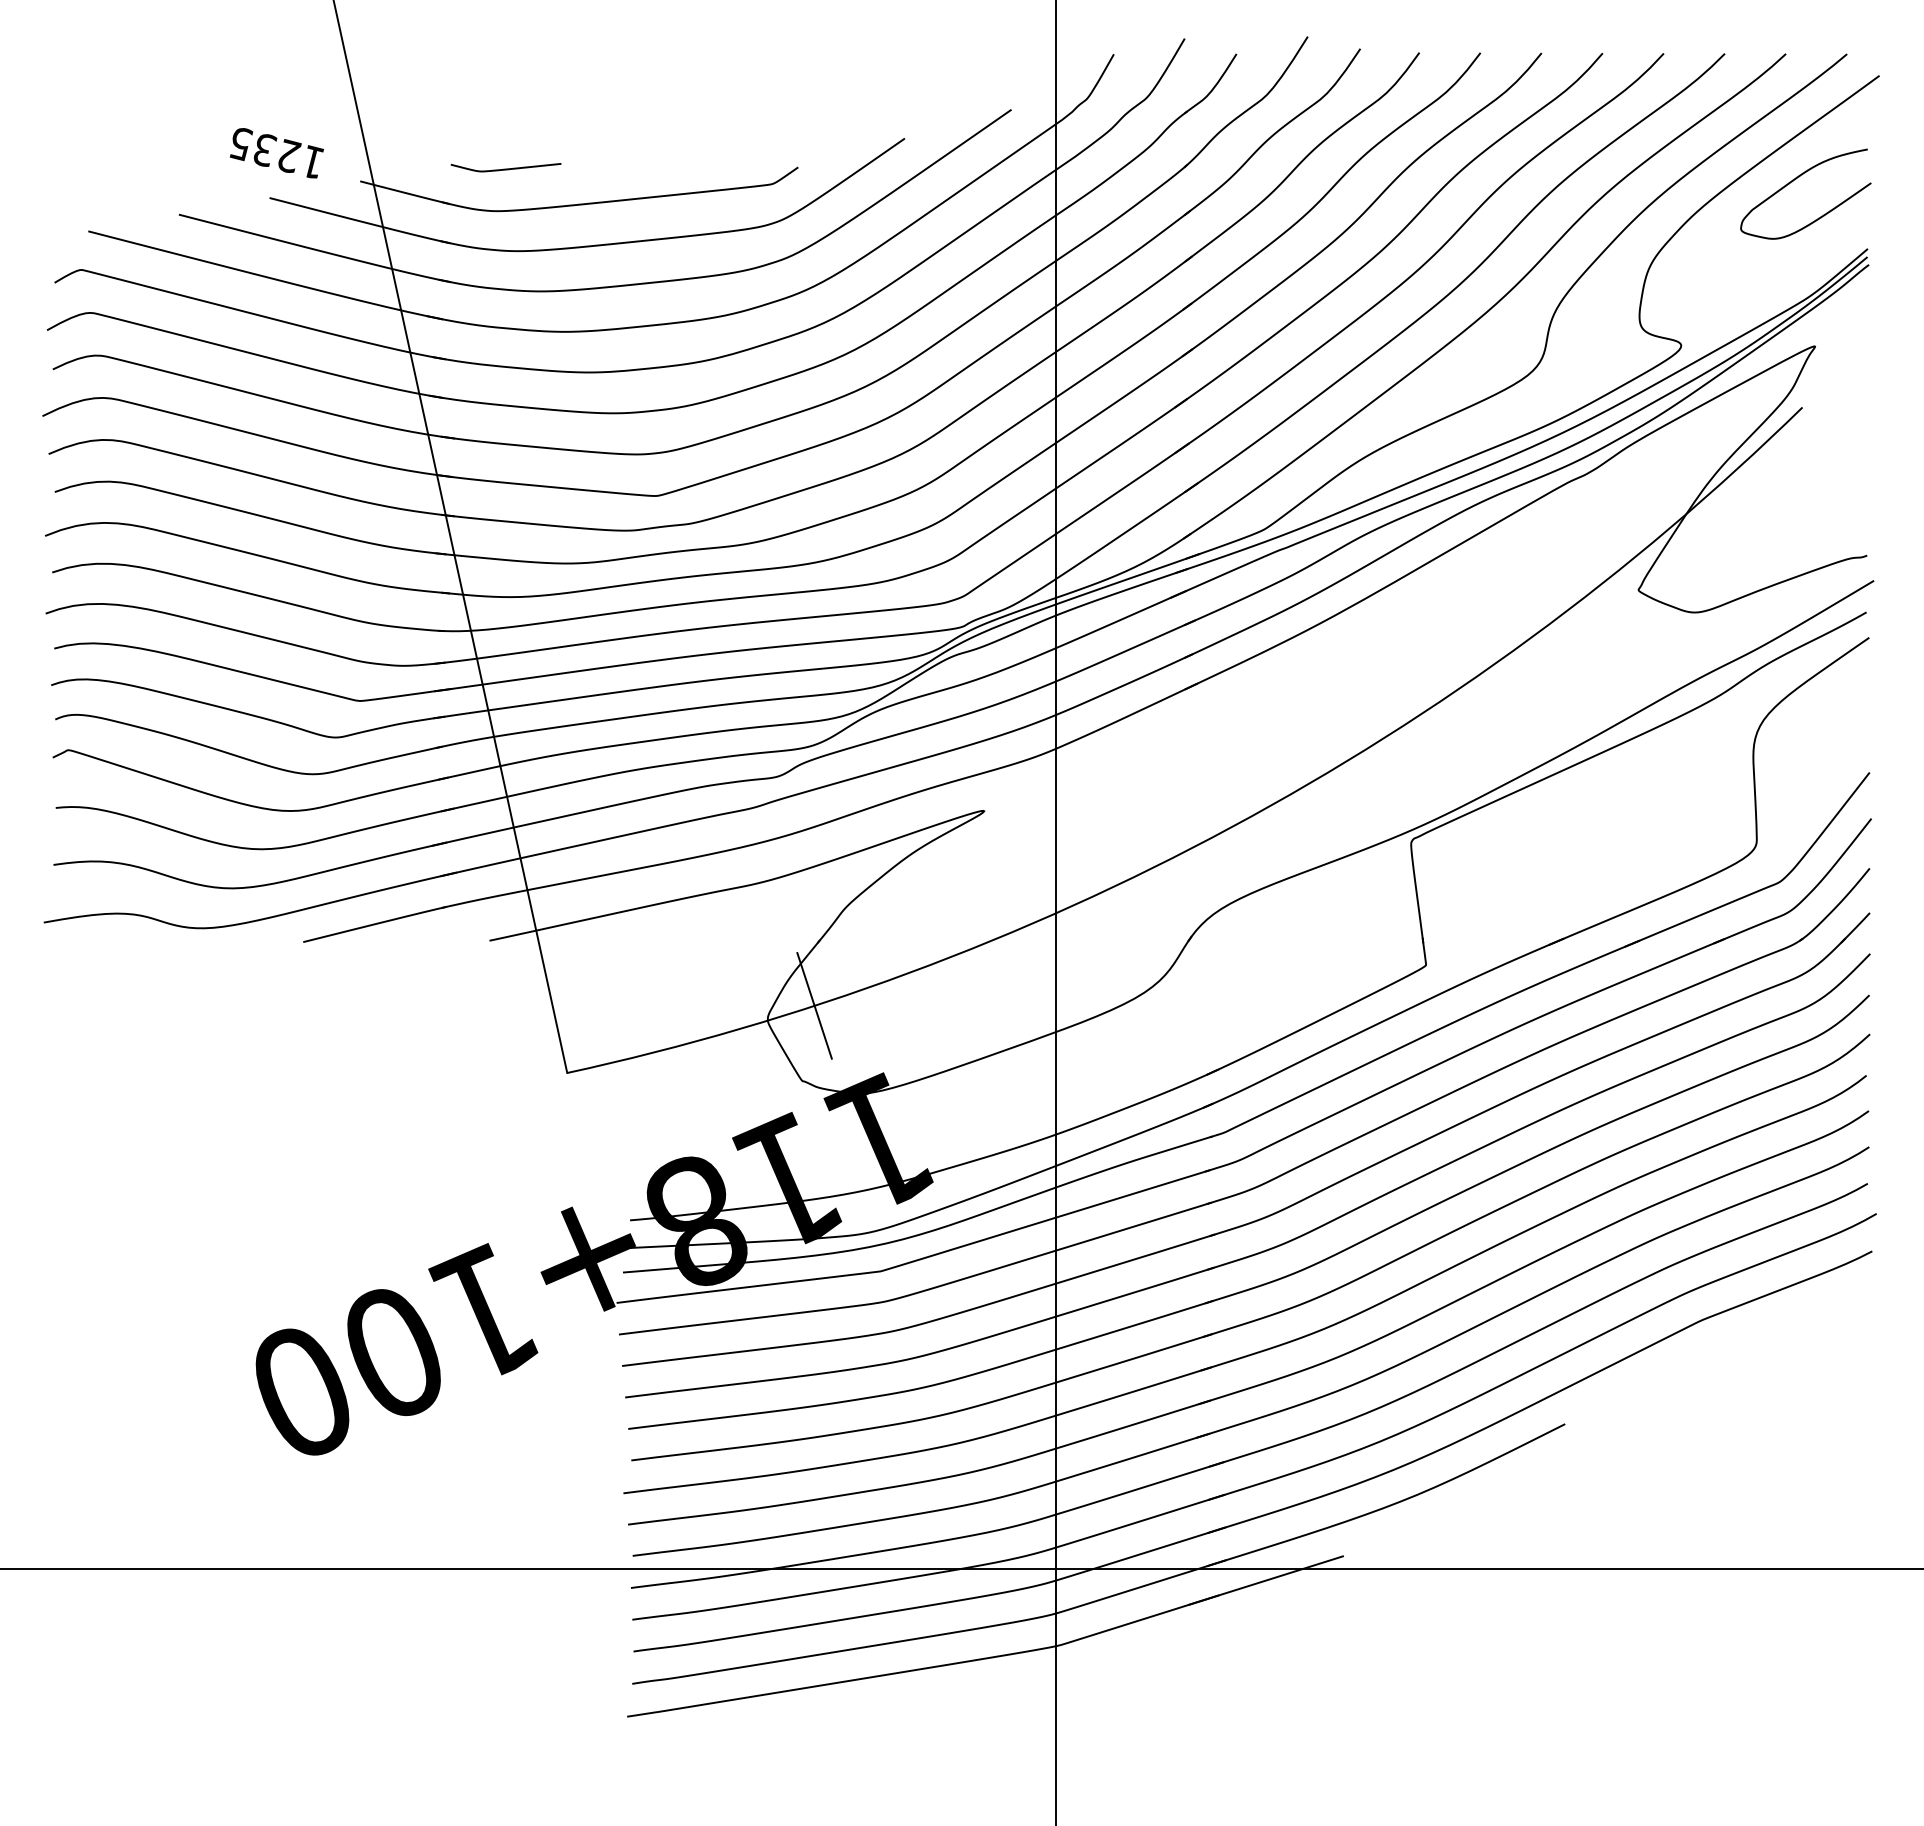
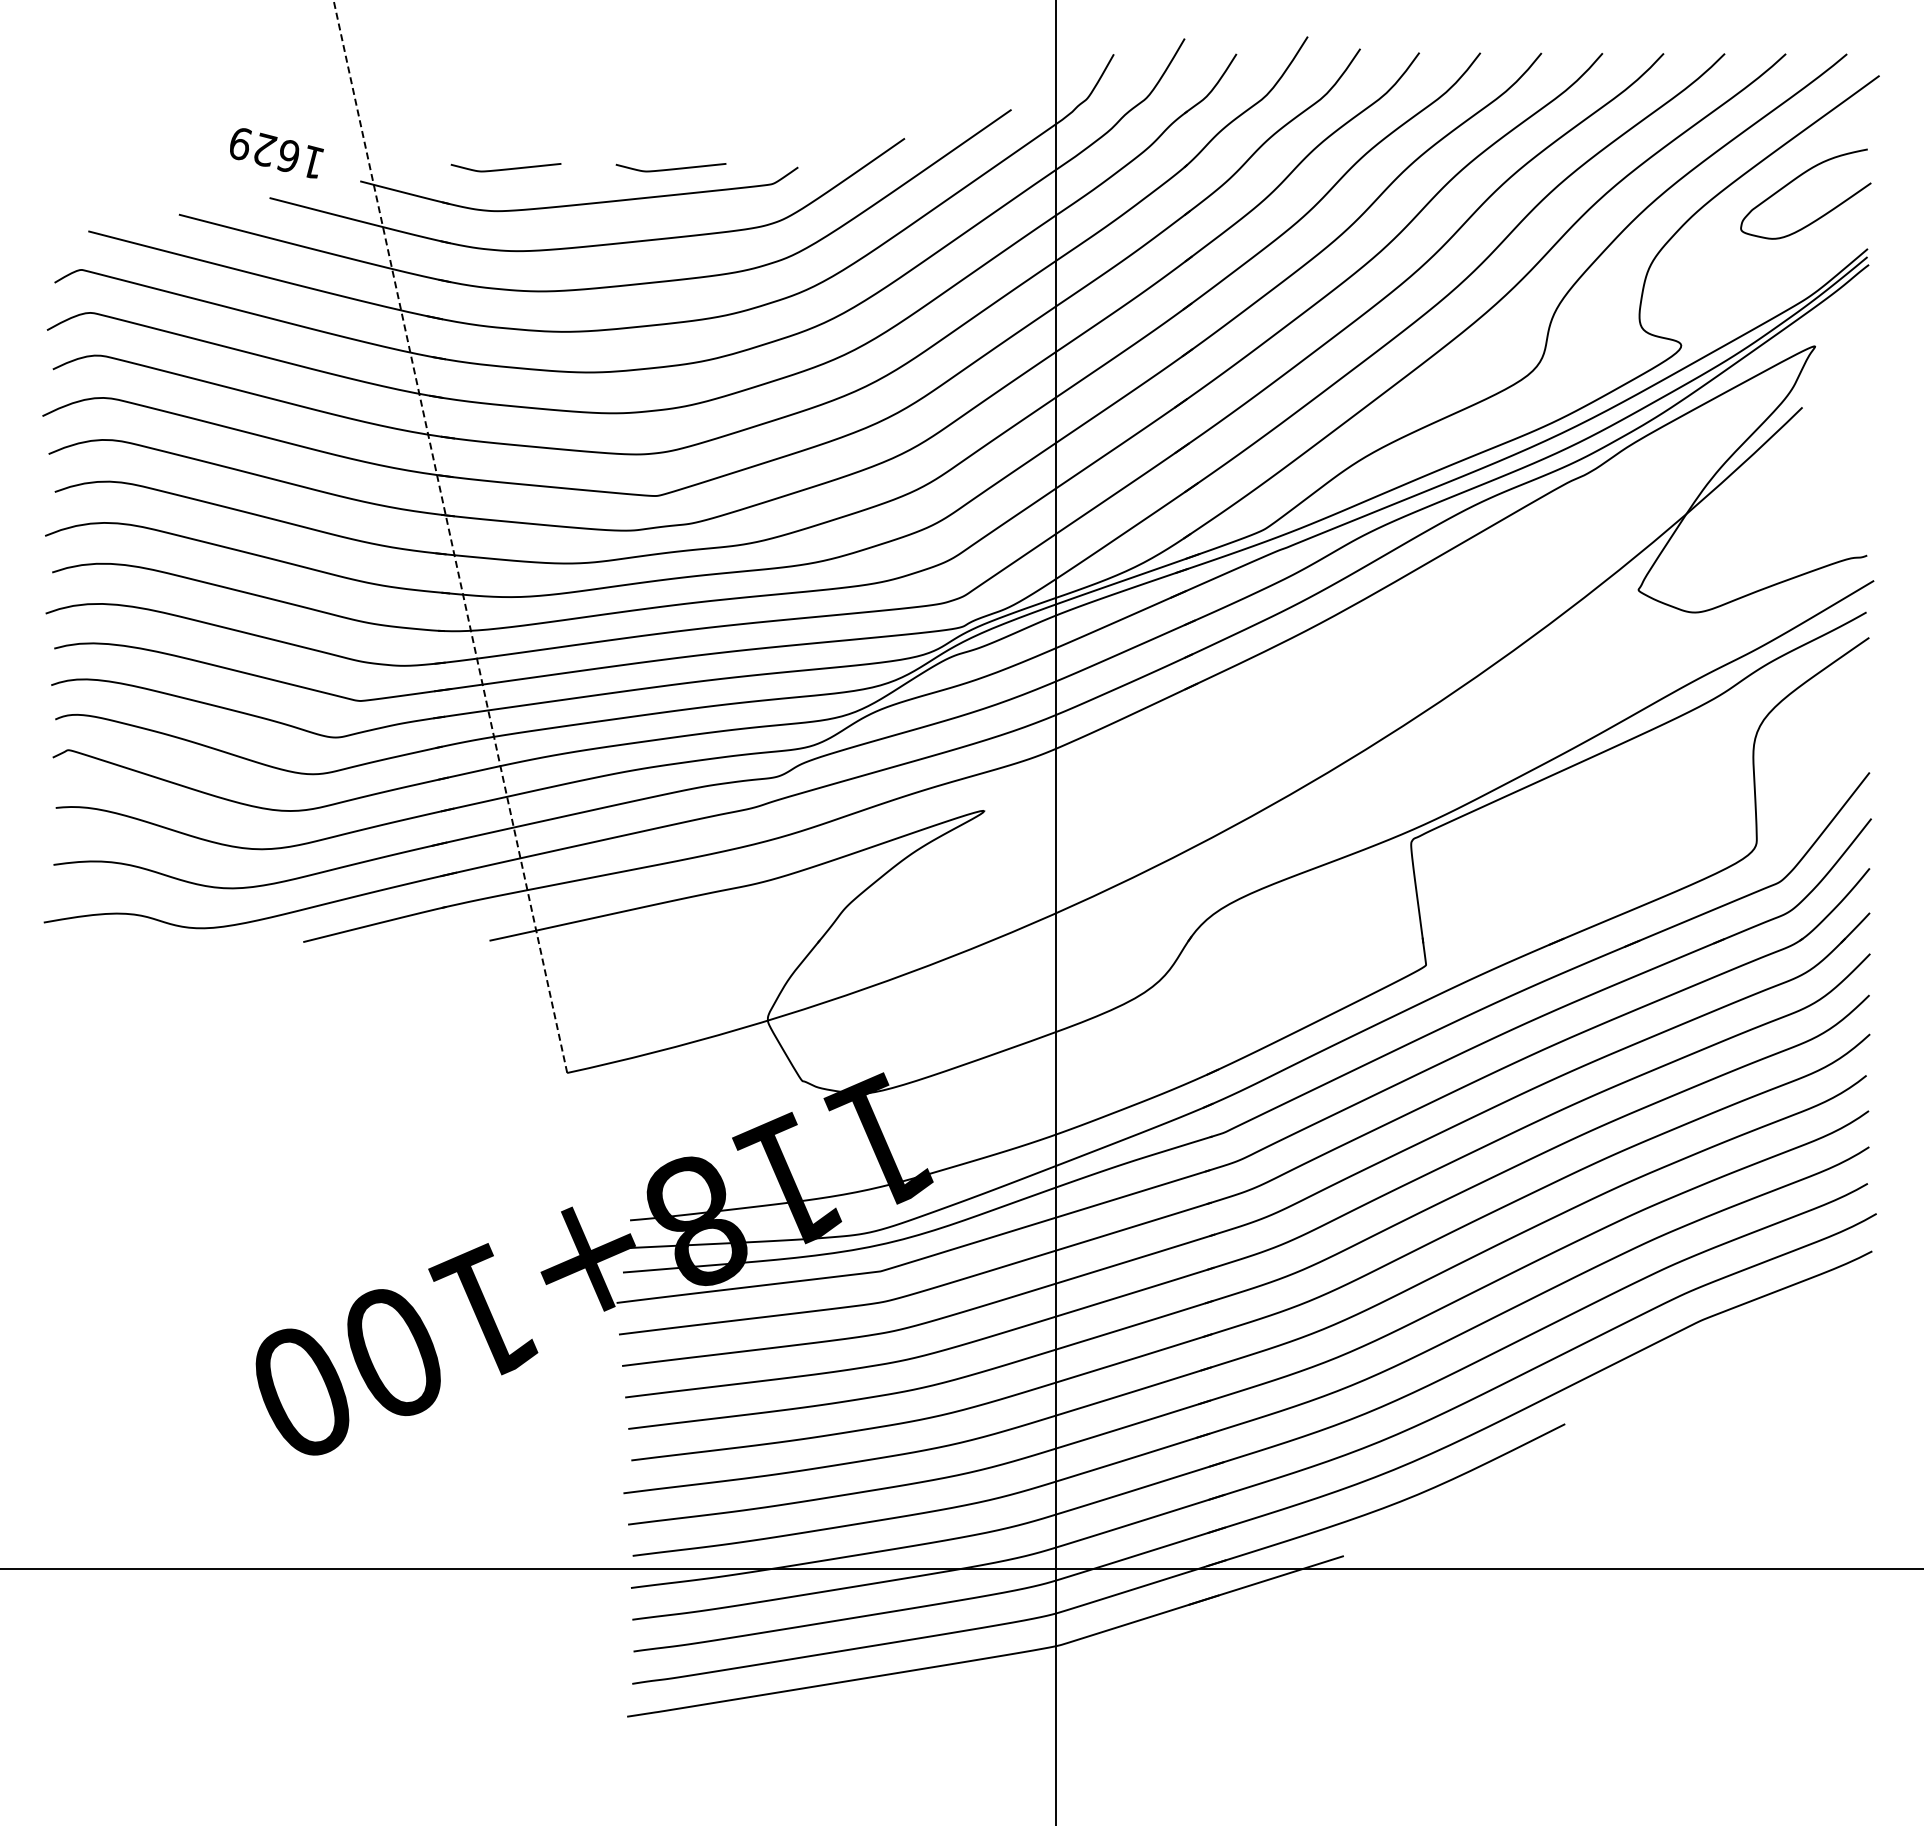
text at (265, 150): 1235 -> 1629
curve at (670, 168): none -> present
line at (450, 536): solid -> dashed
line at (814, 1005): present -> none
